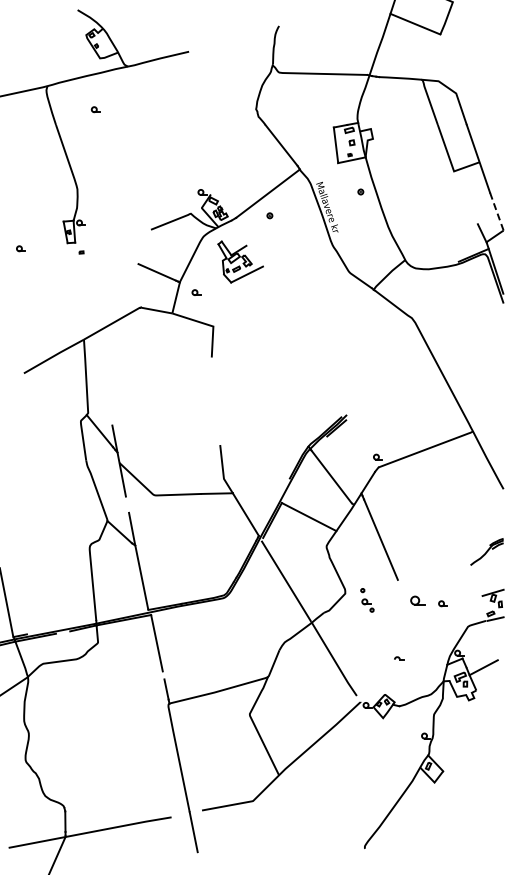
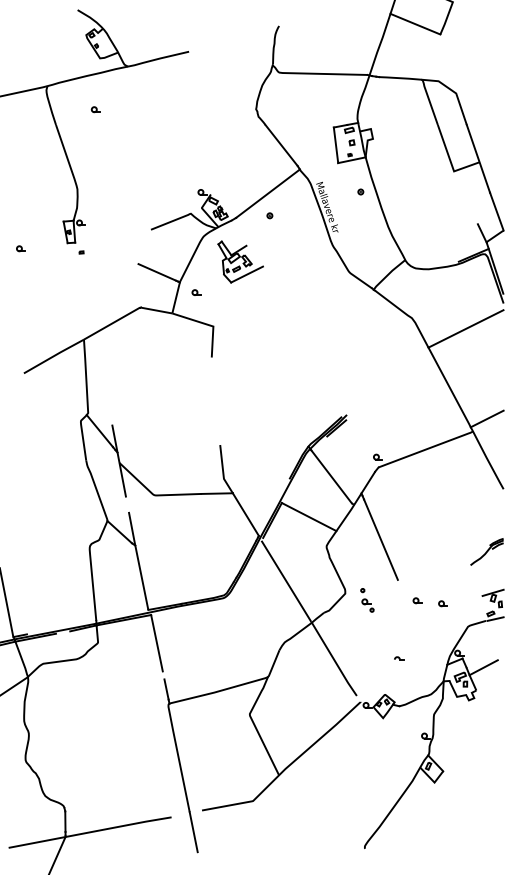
line at (496, 211): dashed -> solid
line at (465, 328): none -> present
line at (486, 418): none -> present
part at (417, 600) size: 16x11 px -> 11x8 px
